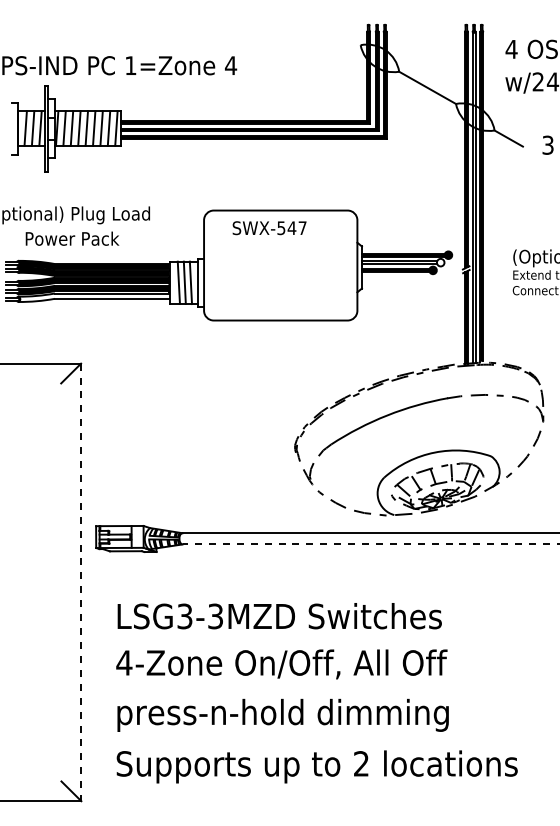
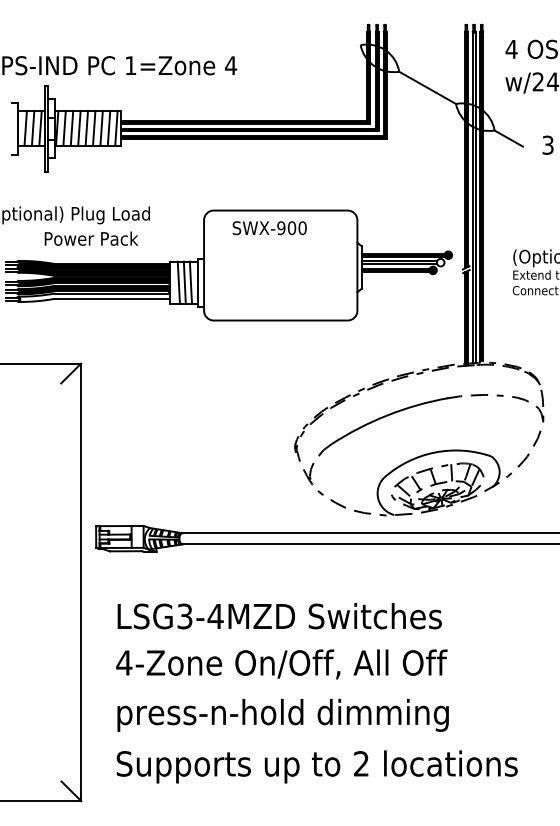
text at (291, 228): SWX-547 -> SWX-900
text at (72, 238) position: (72, 238) -> (91, 238)
line at (370, 544): dashed -> solid
line at (81, 582): dashed -> solid
text at (215, 616): LSG3-3MZD -> LSG3-4MZD
